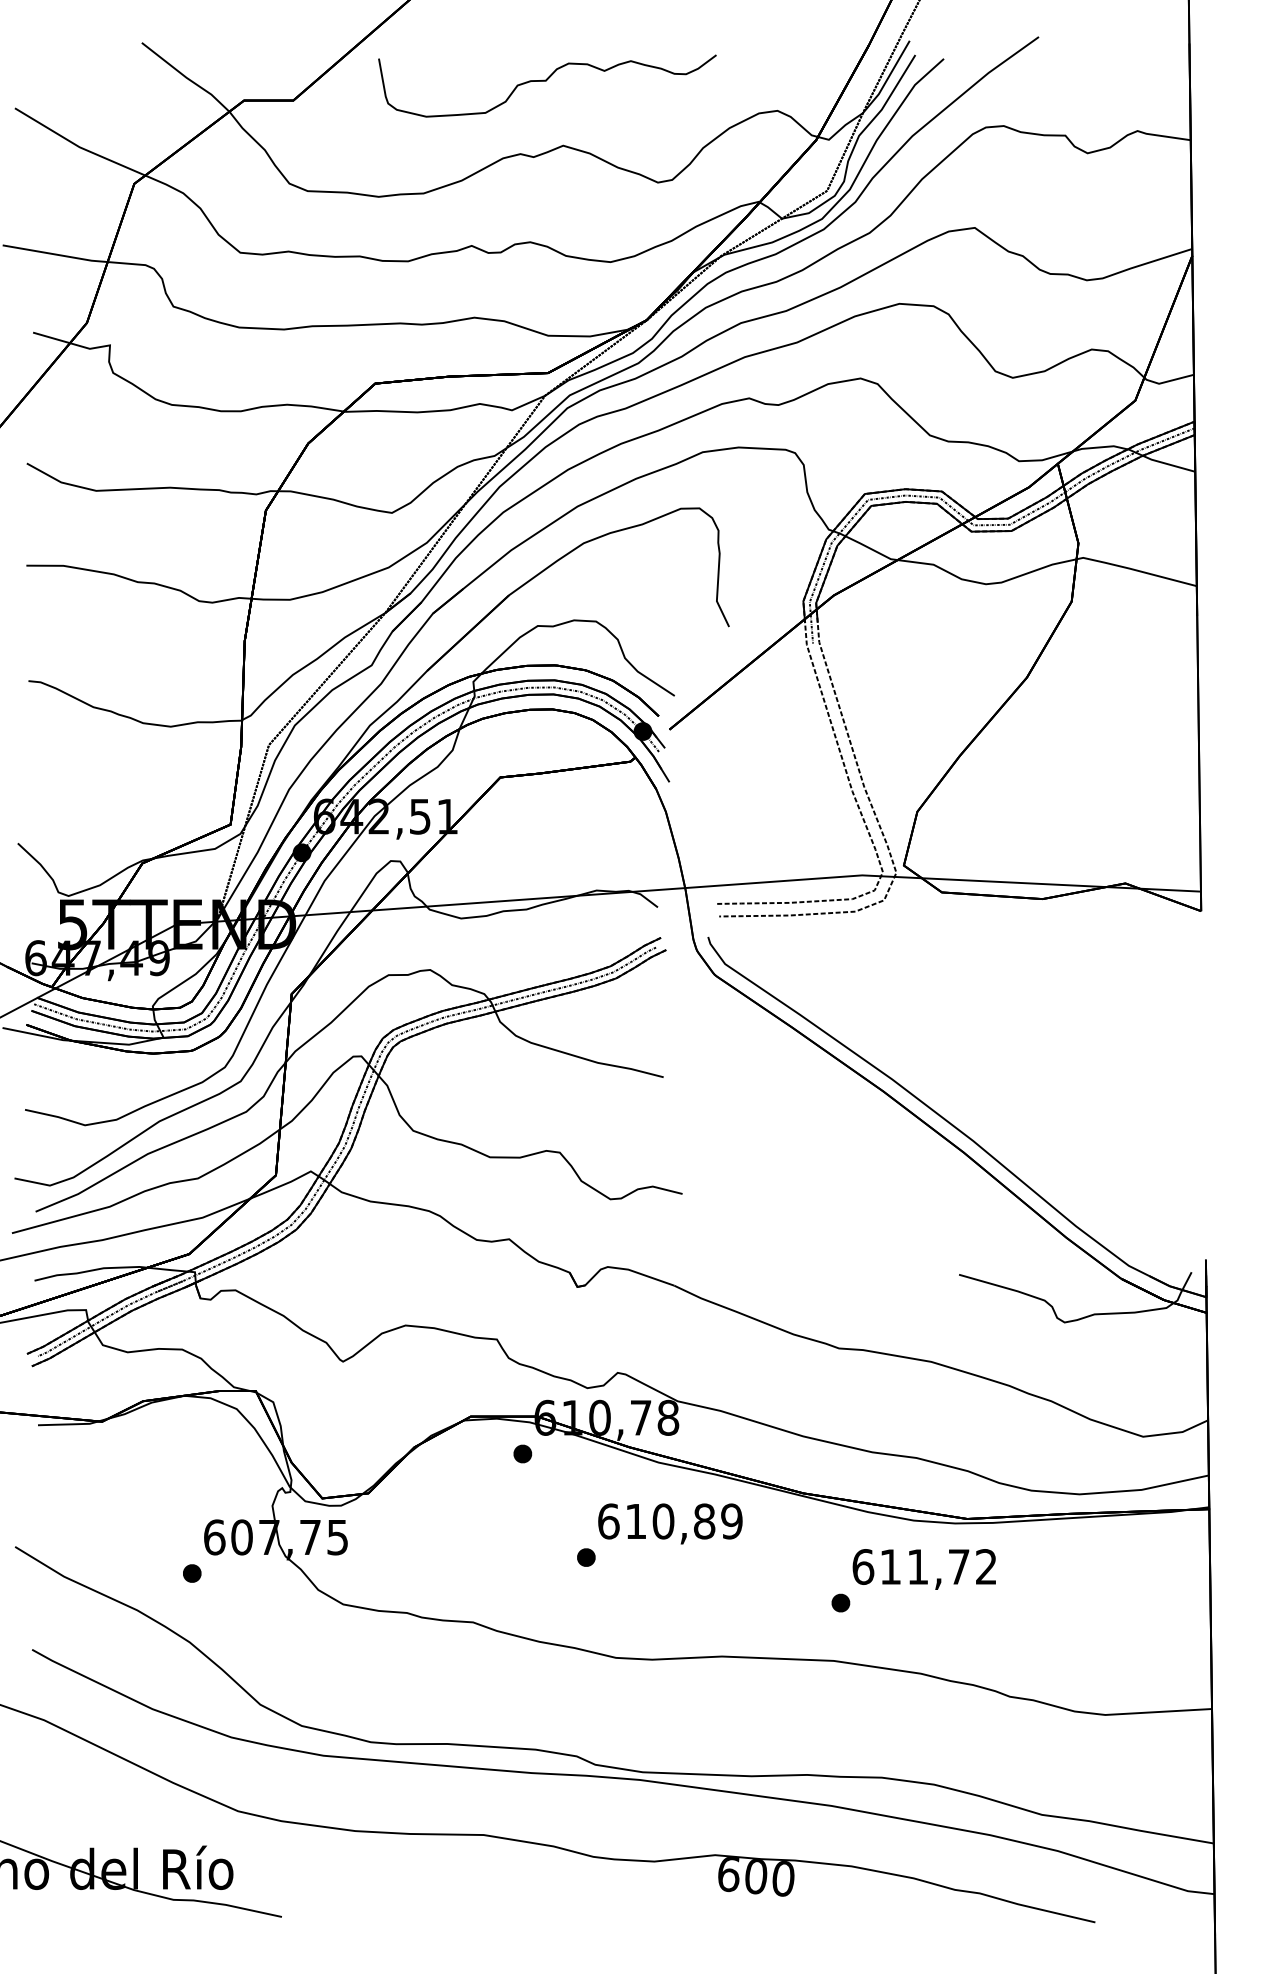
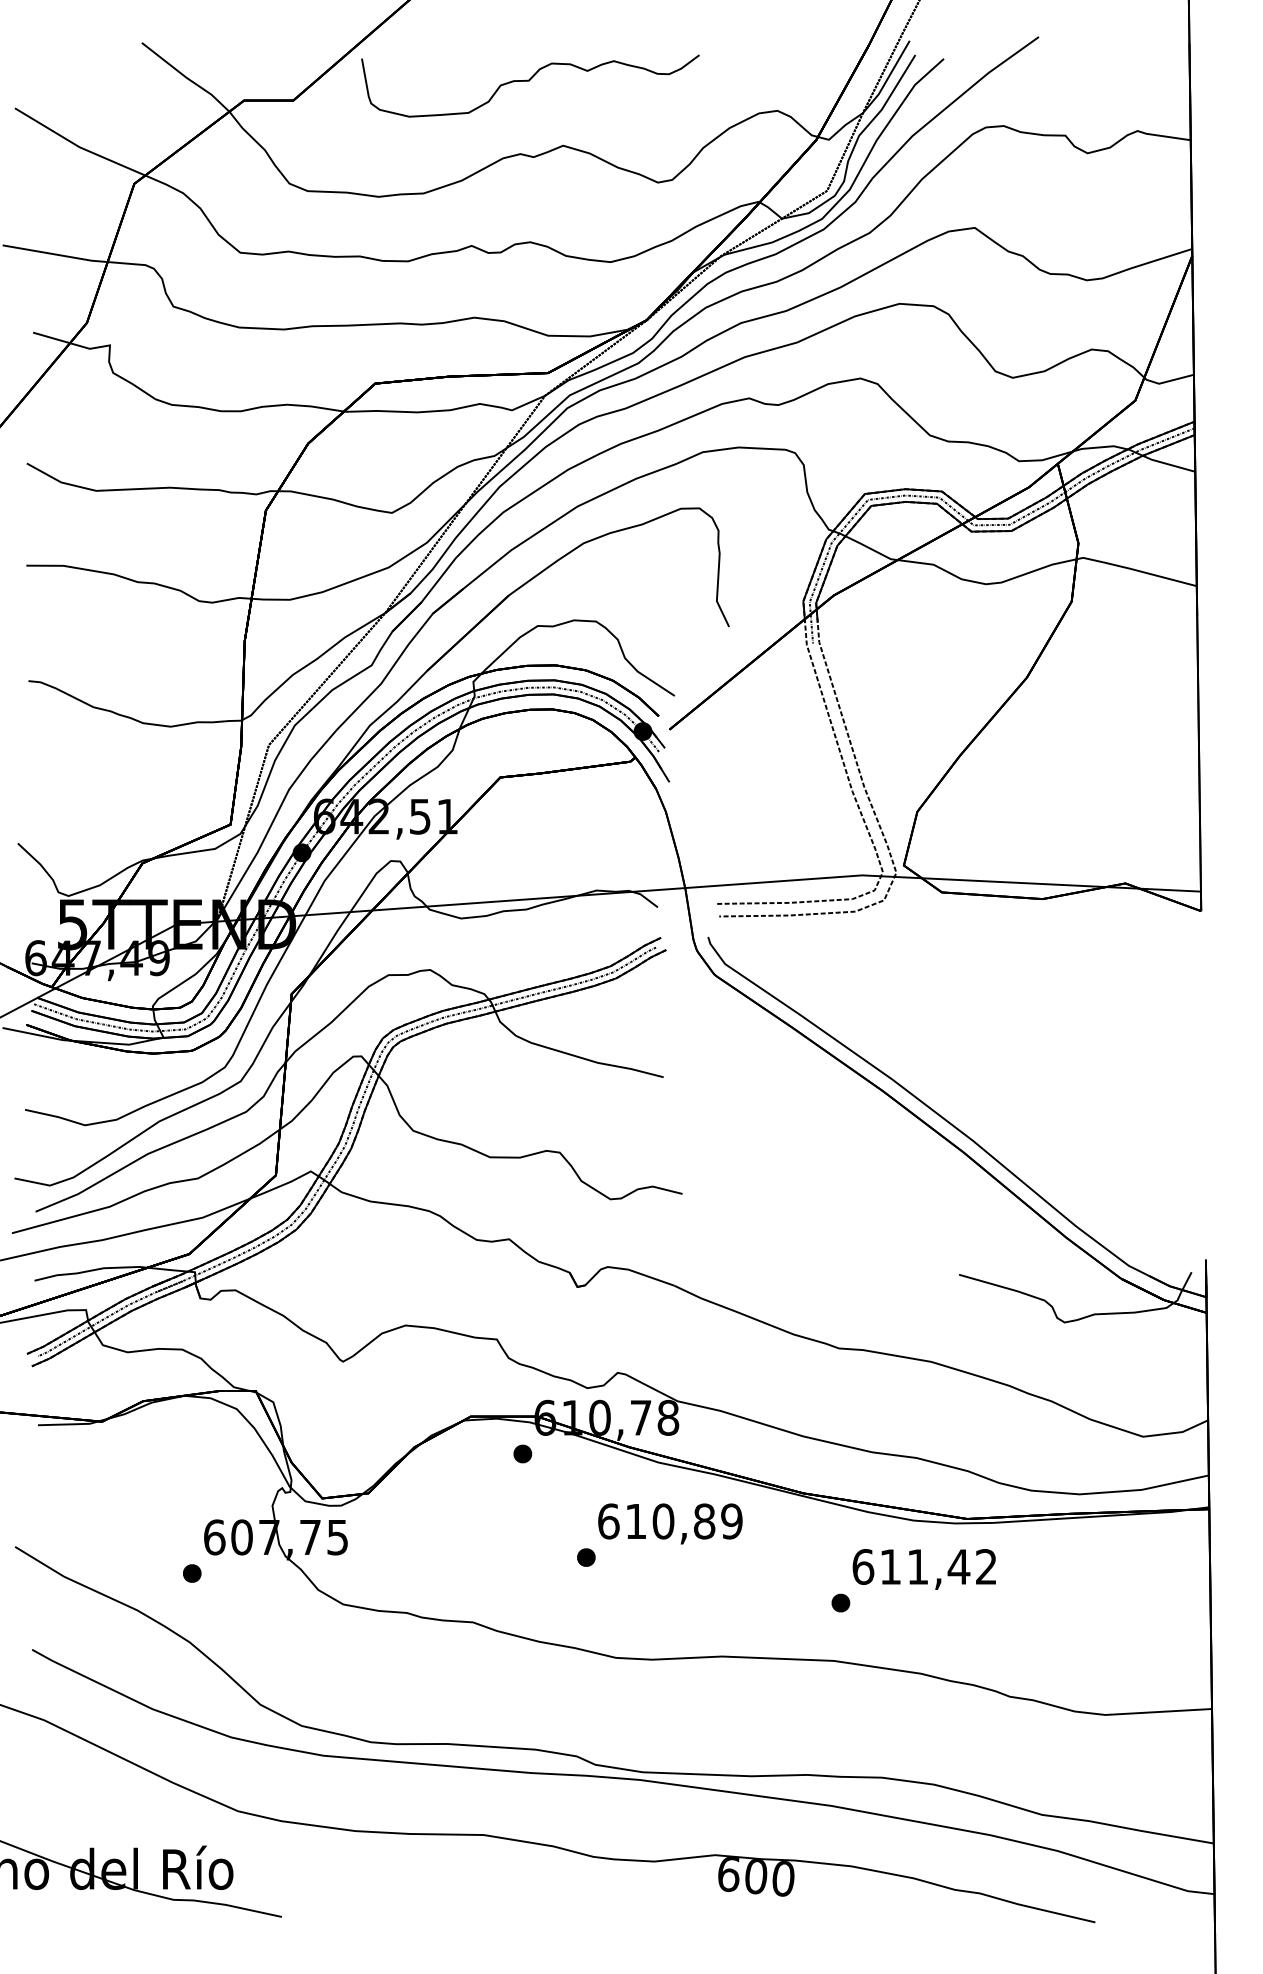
curve at (546, 81) position: (546, 81) -> (529, 81)
text at (958, 1566): 611,72 -> 611,42
